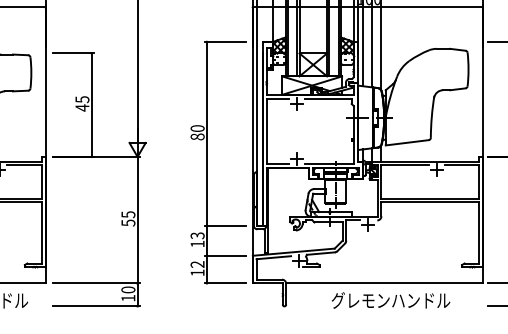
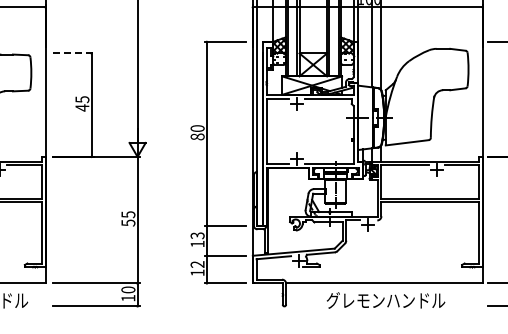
line at (363, 44): present -> none
line at (73, 53): solid -> dashed
text at (390, 300) position: (390, 300) -> (385, 300)
